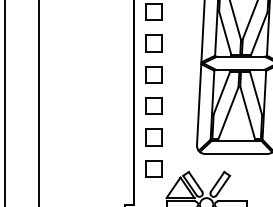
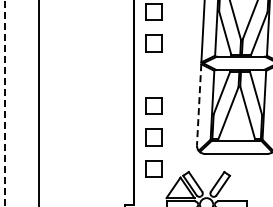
part at (153, 74): present -> none
line at (4, 103): solid -> dashed
line at (199, 104): solid -> dashed
